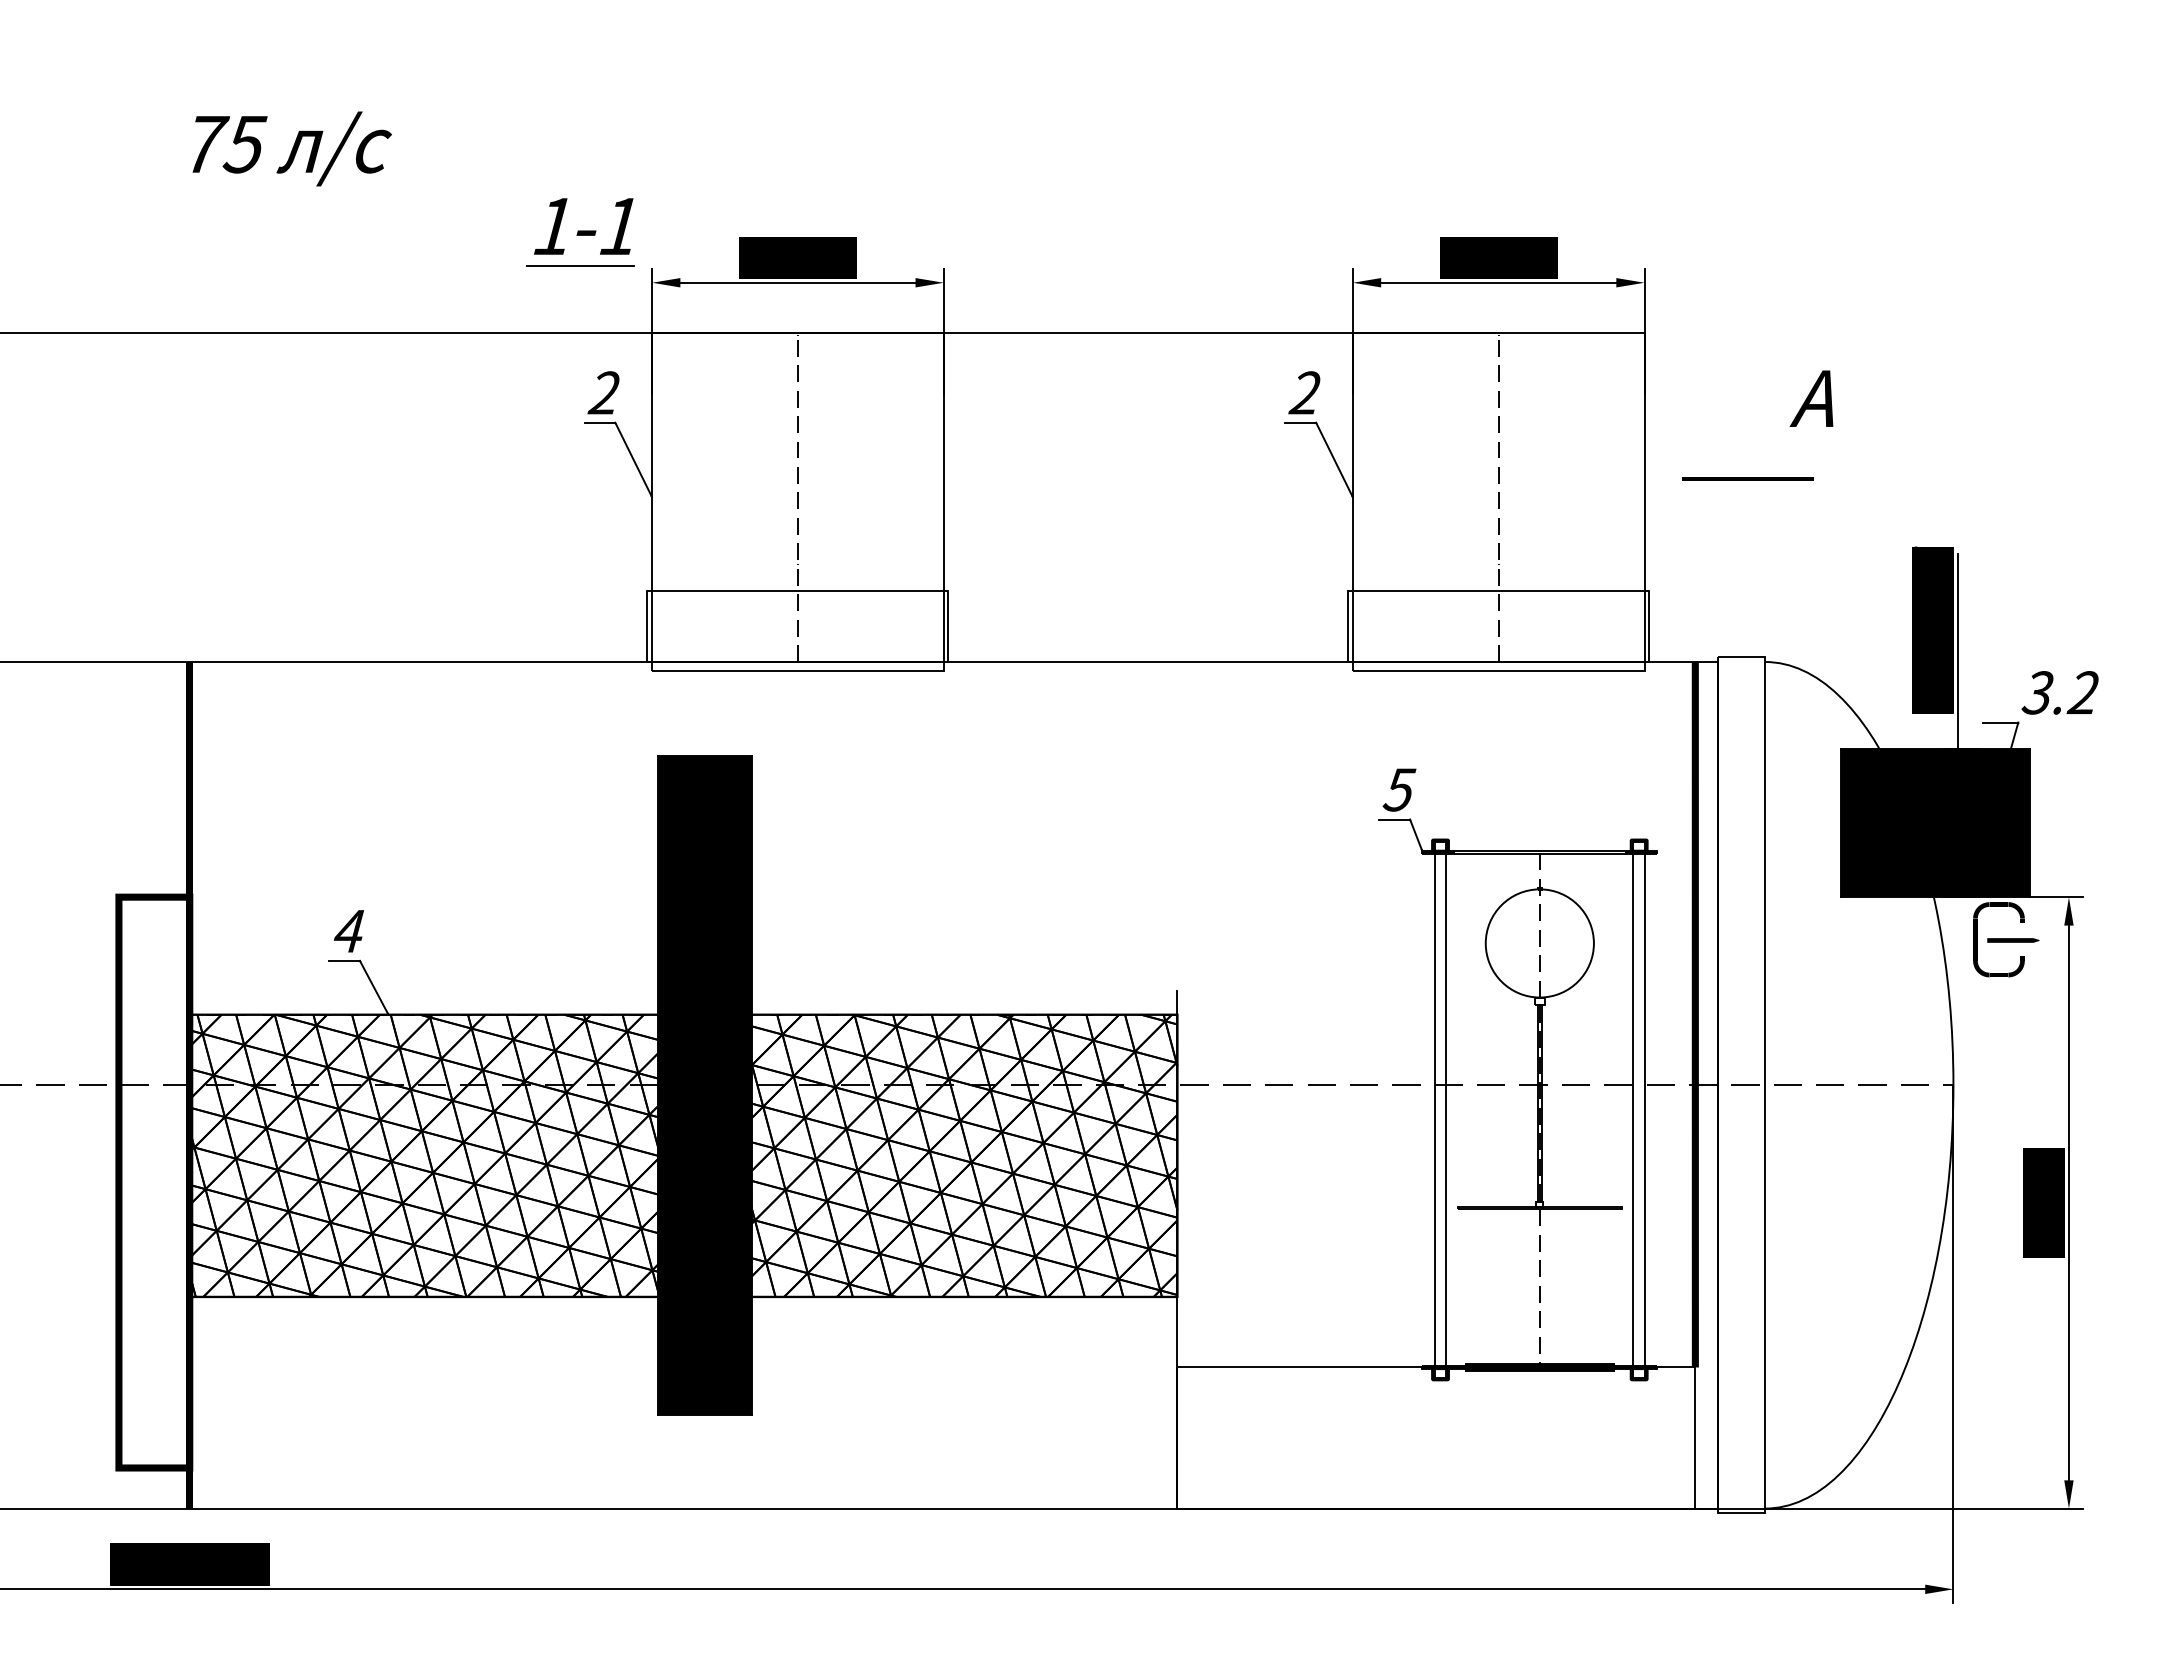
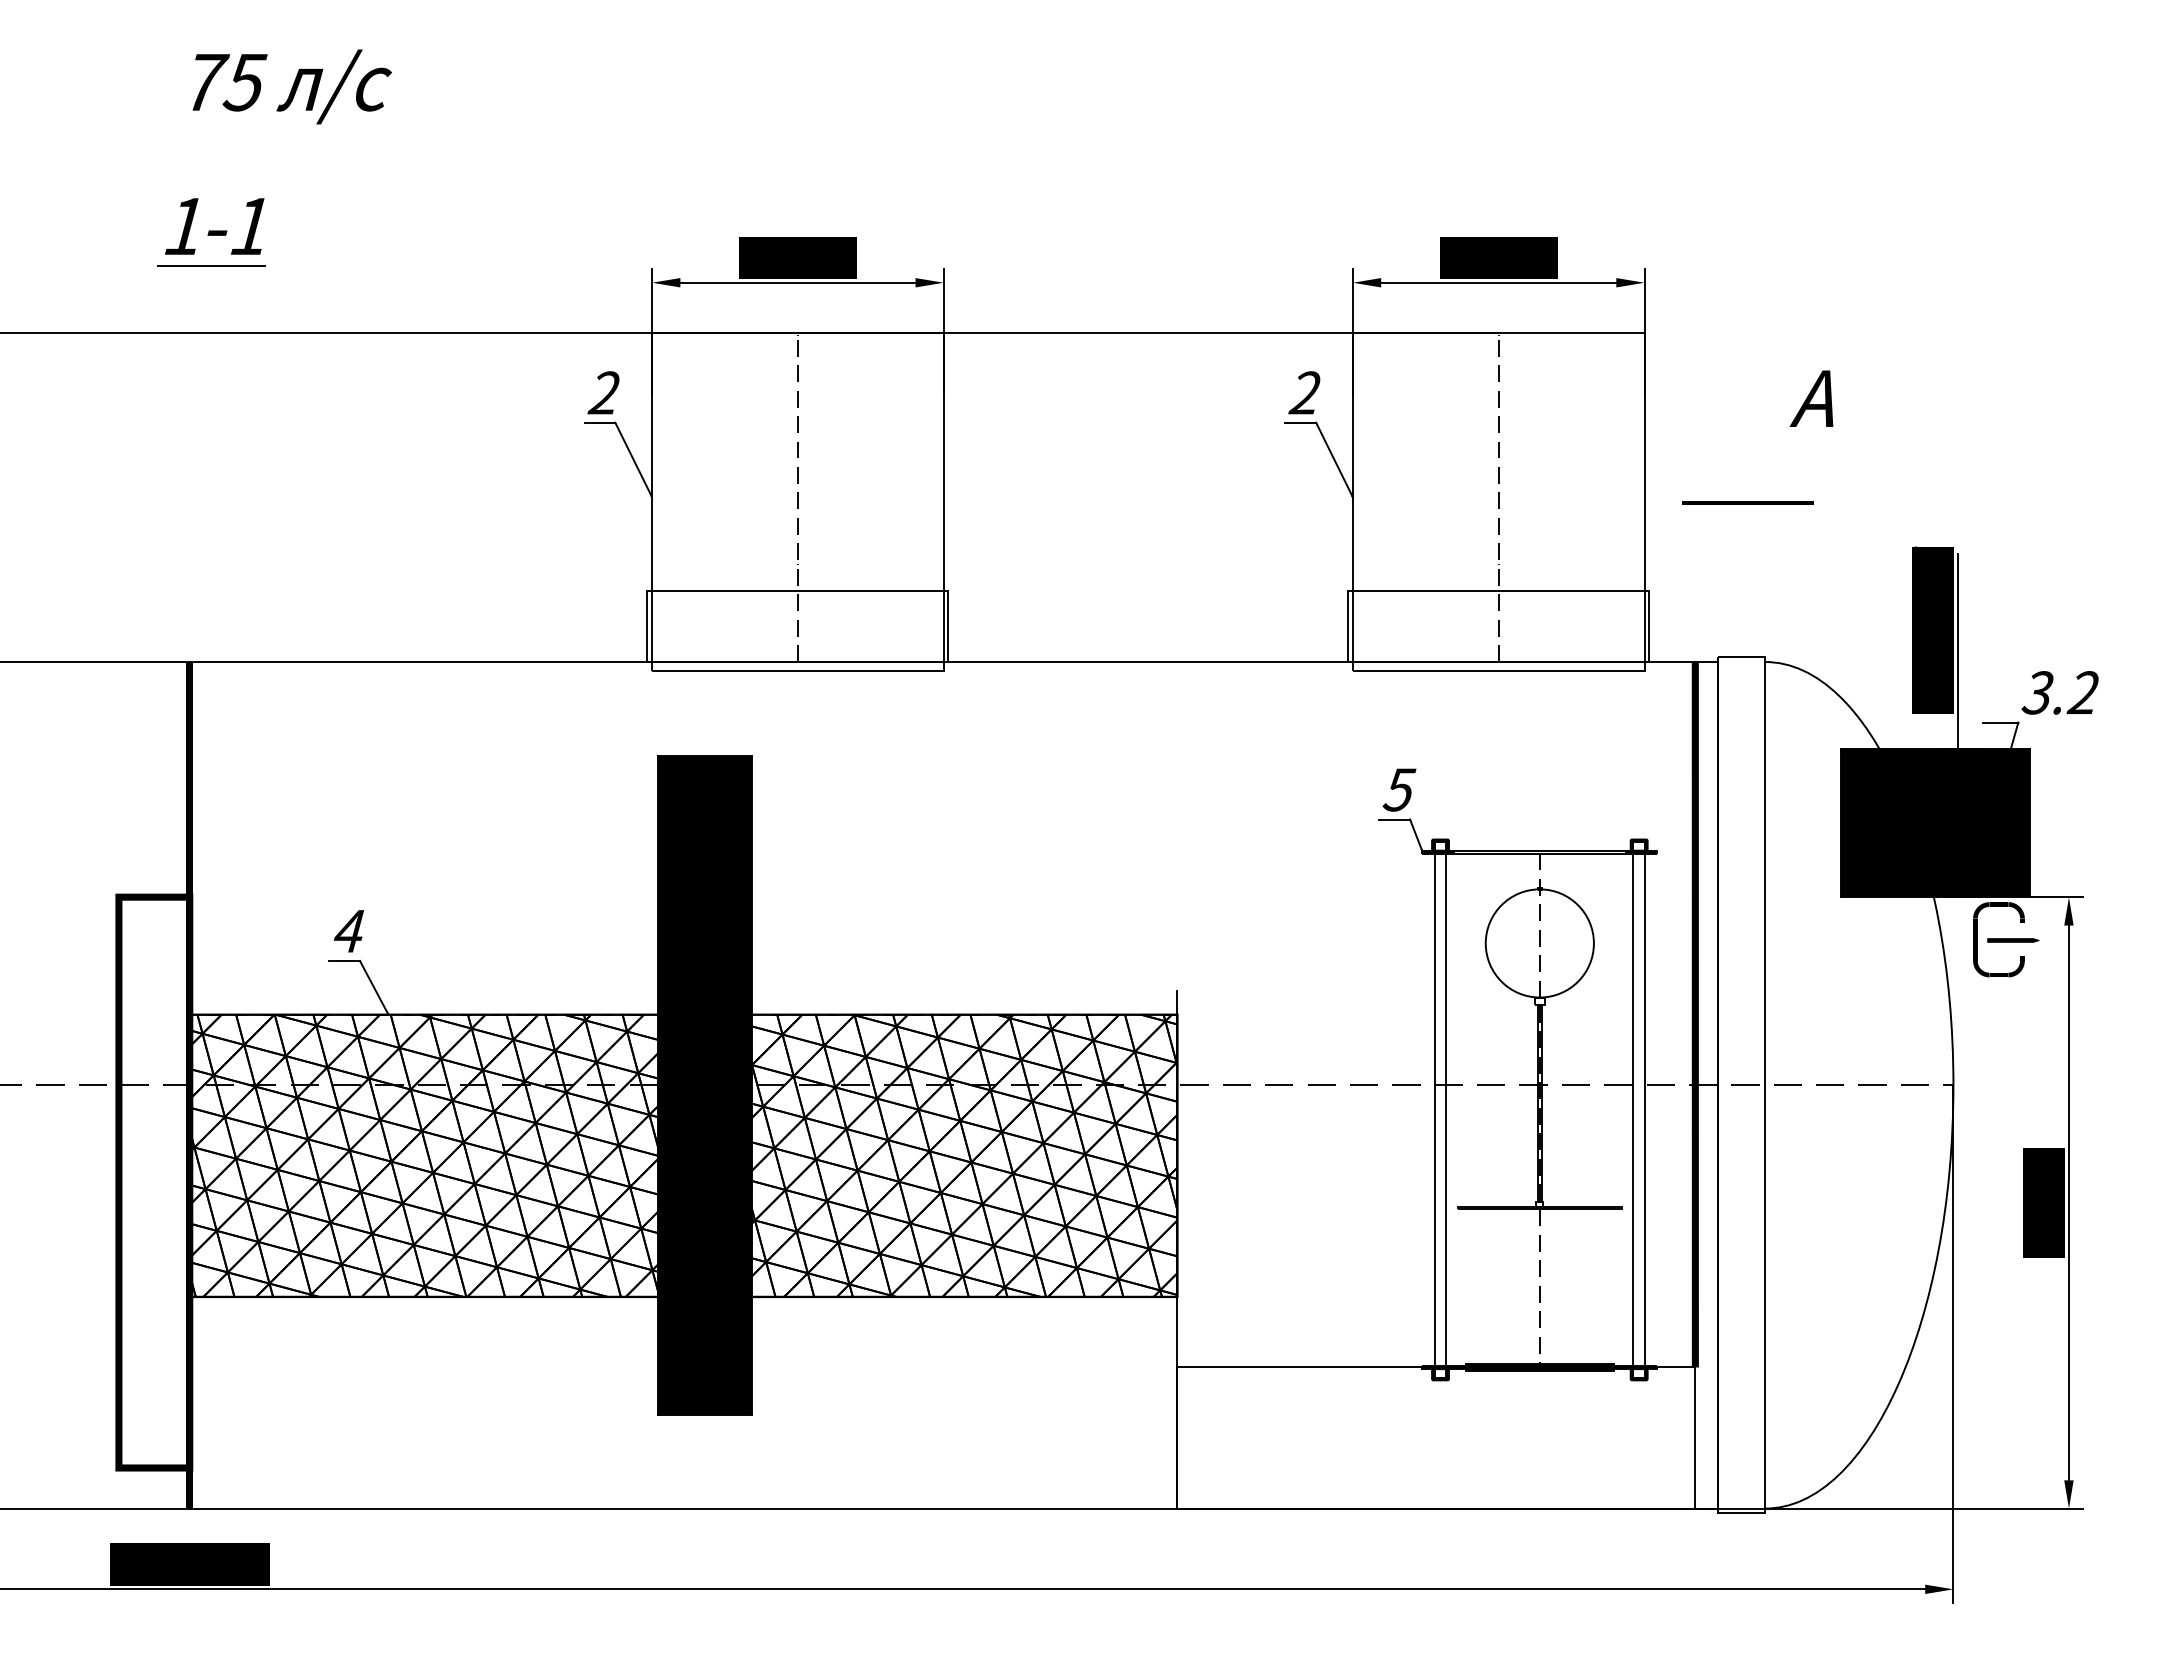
text at (291, 148) position: (291, 148) -> (291, 86)
part at (580, 232) position: (580, 232) -> (211, 232)
line at (1747, 478) position: (1747, 478) -> (1747, 502)
